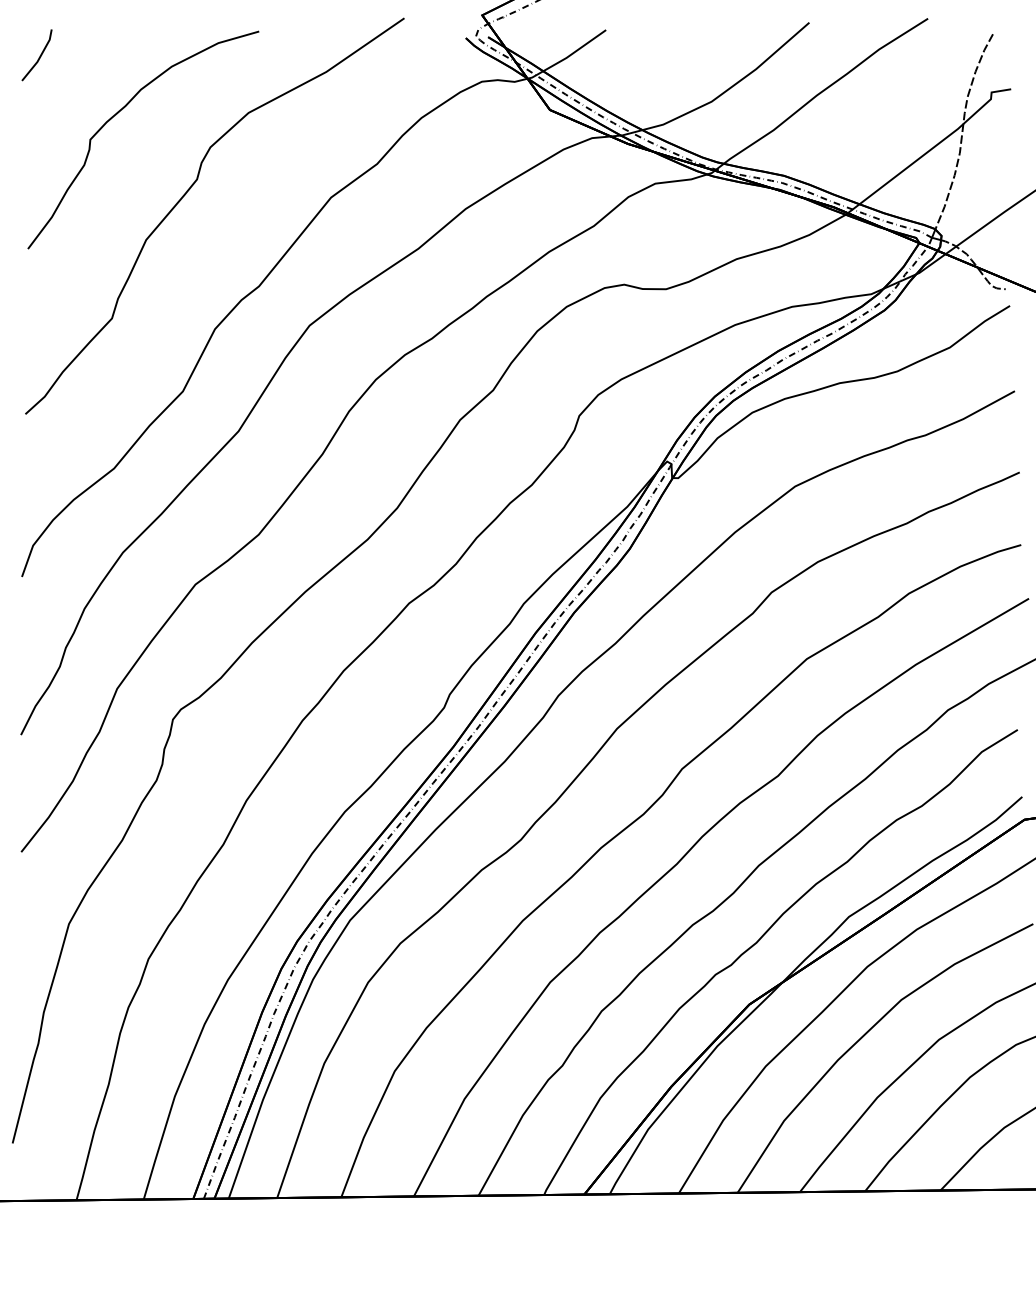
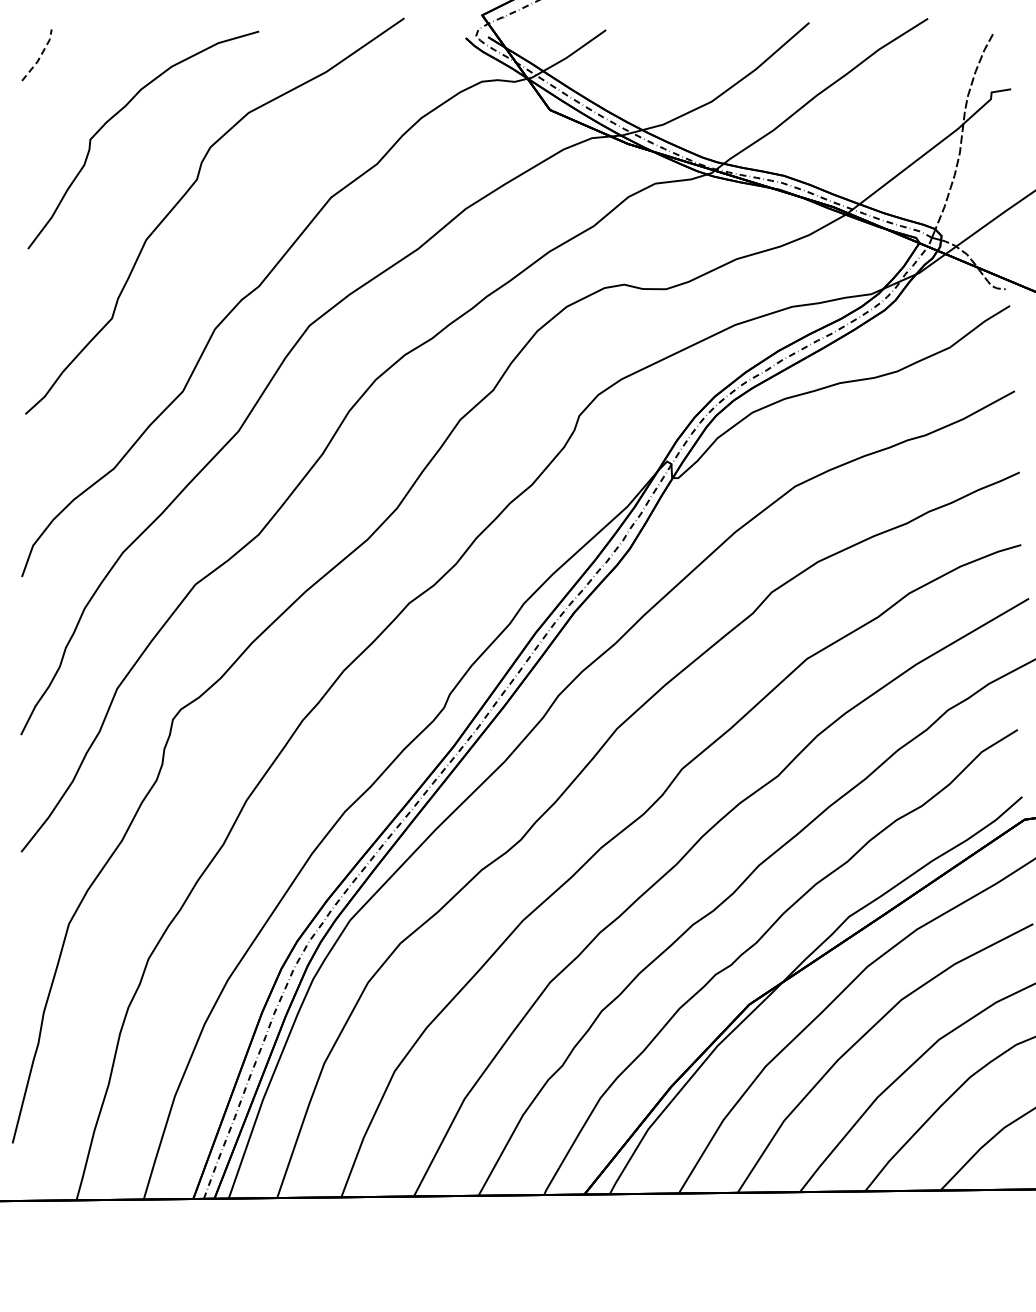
line at (40, 56): solid -> dashed
